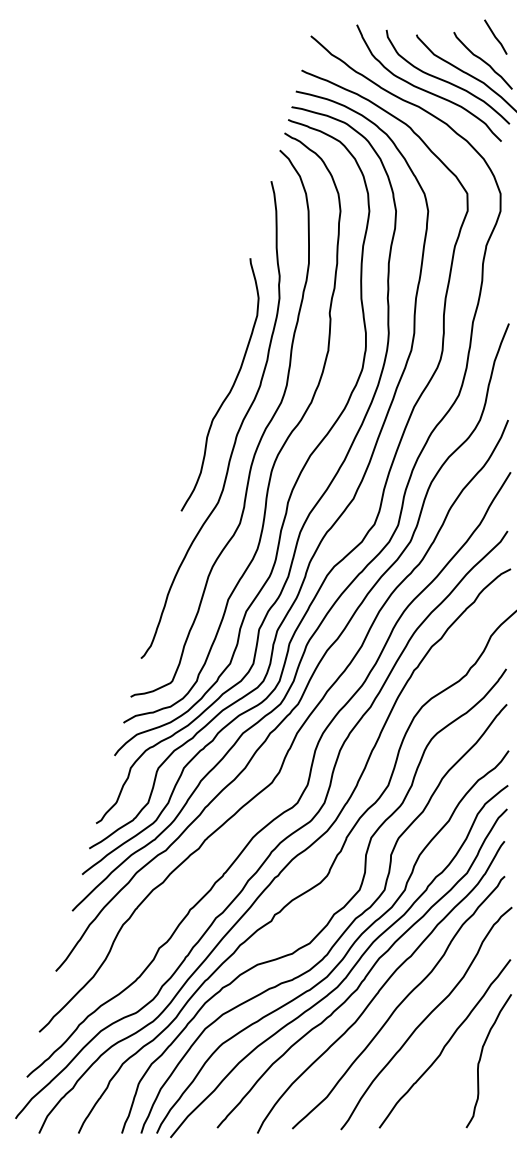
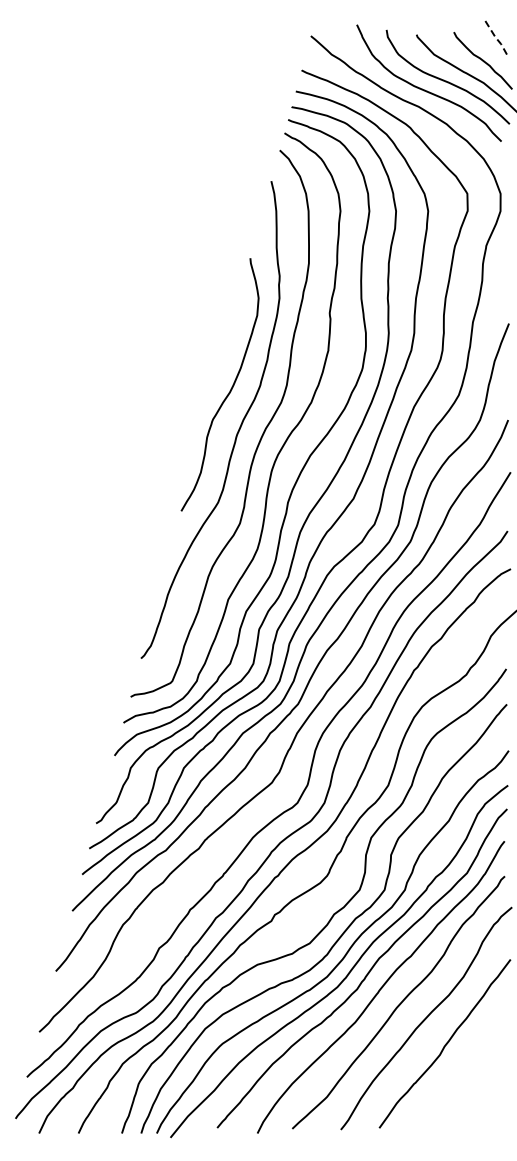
line at (495, 37): solid -> dashed
curve at (481, 1058): present -> none
